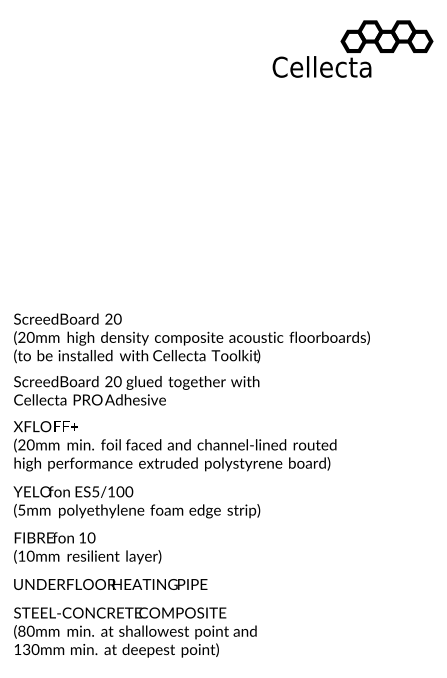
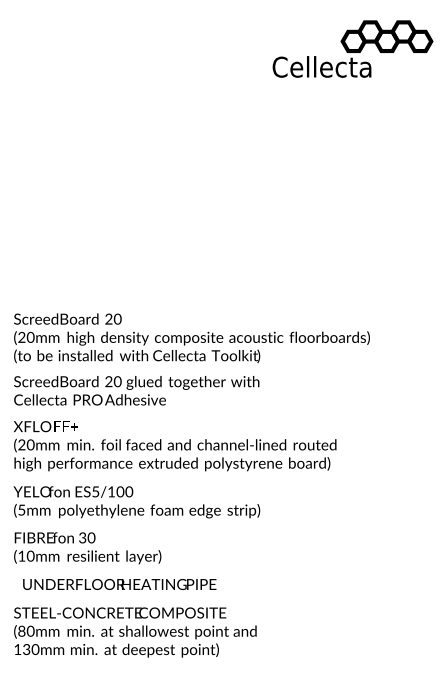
text at (82, 537): 10 -> 30
text at (110, 584) position: (110, 584) -> (119, 584)
